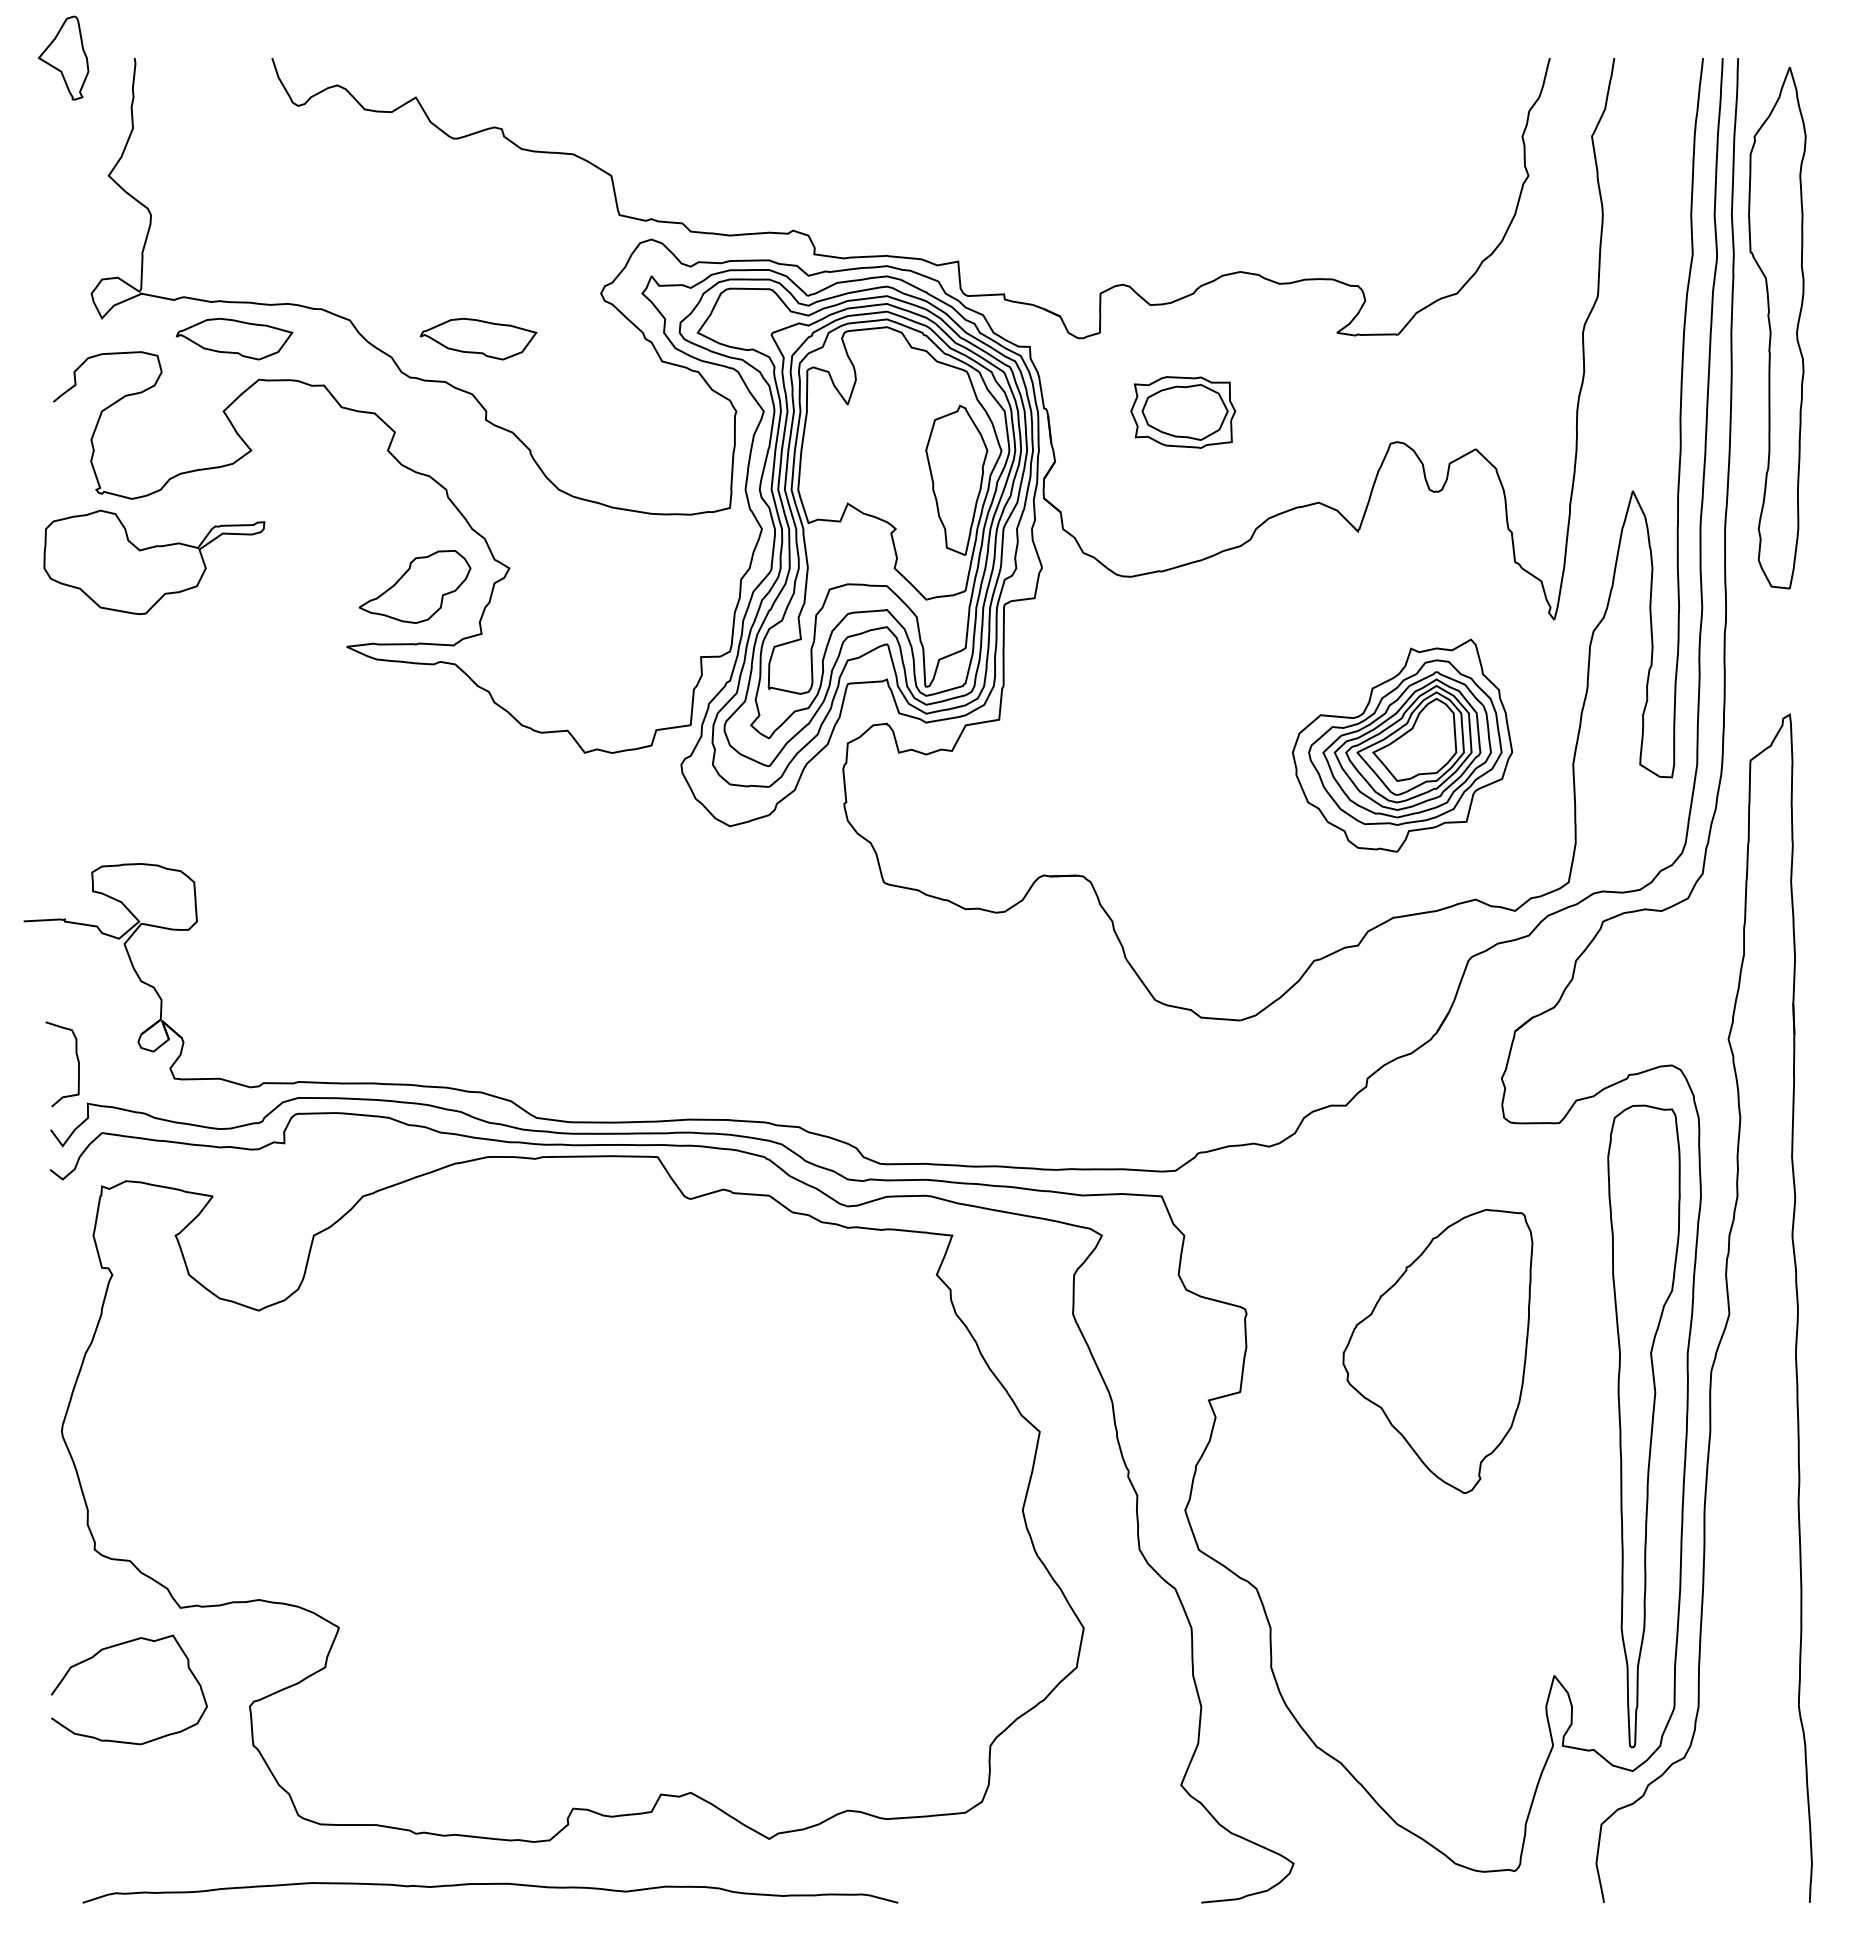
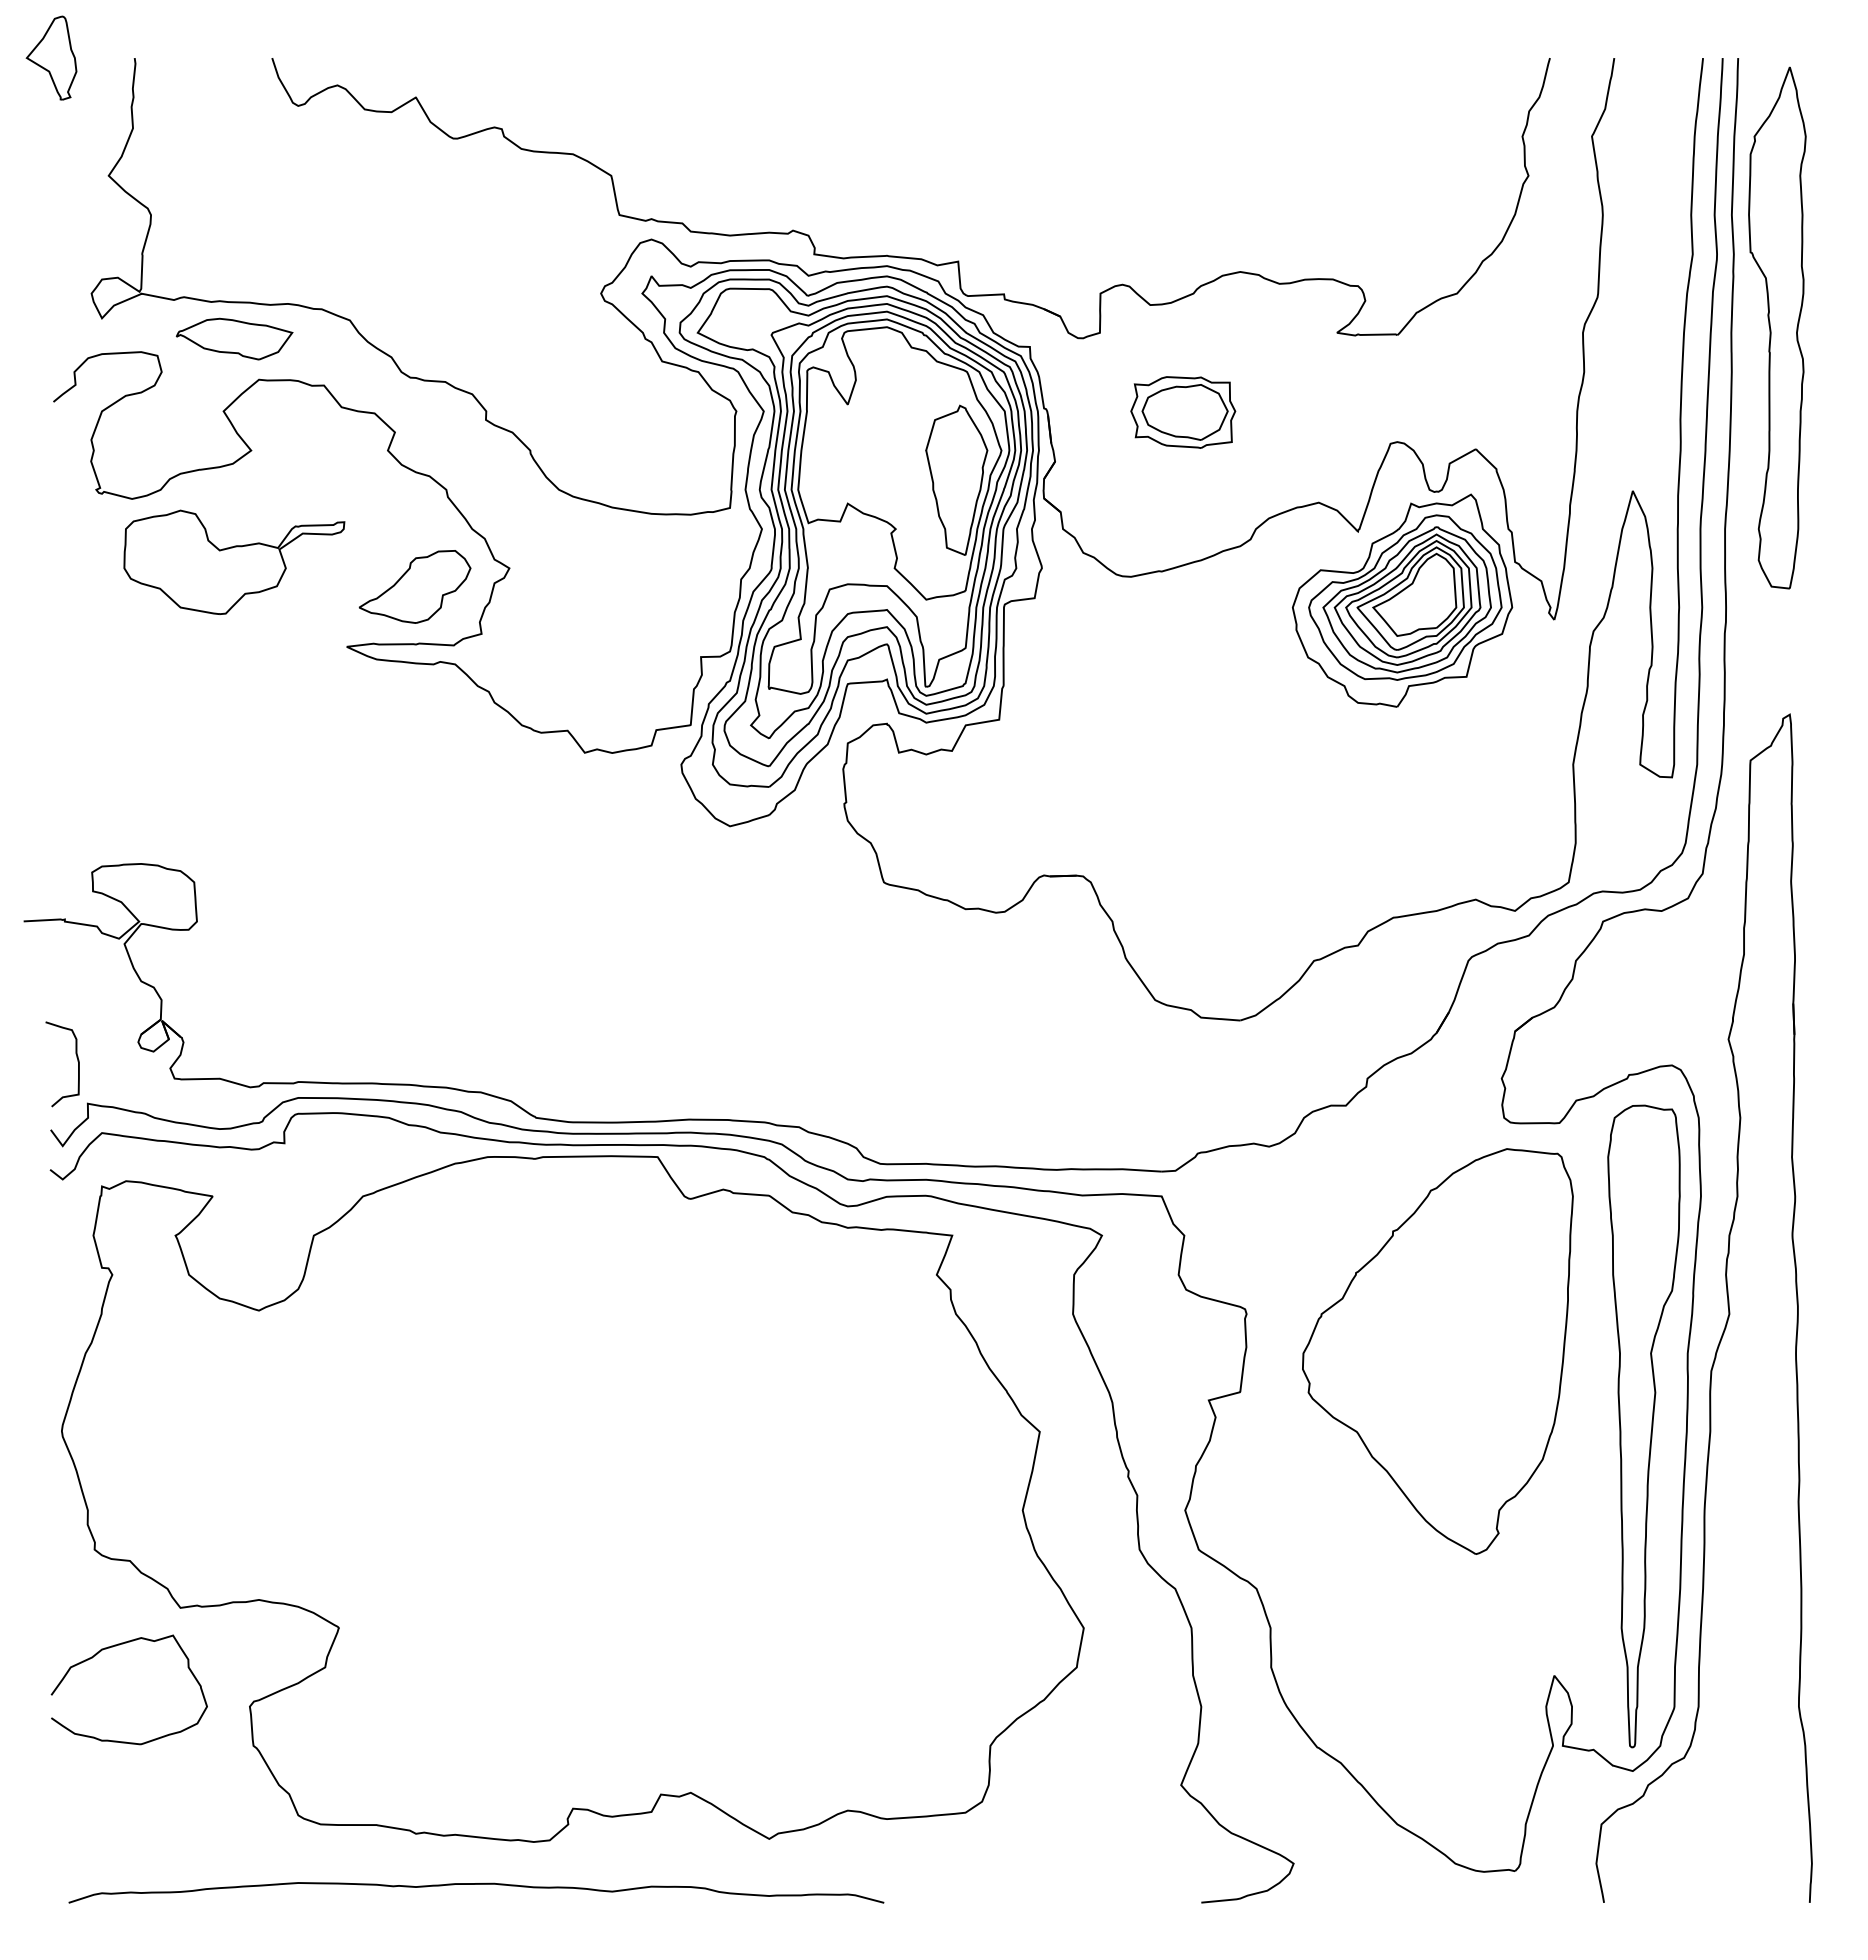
part at (63, 57) position: (63, 57) -> (51, 57)
part at (478, 338): present -> none
part at (154, 561) position: (154, 561) -> (234, 561)
part at (1402, 745) position: (1402, 745) -> (1402, 600)
part at (1437, 1351) size: 192x287 px -> 272x407 px
curve at (490, 1884) position: (490, 1884) -> (476, 1884)
